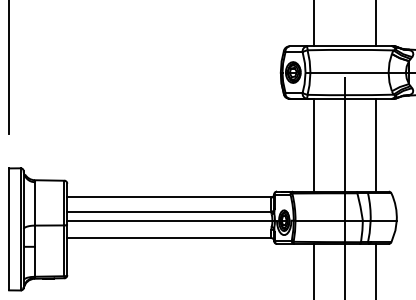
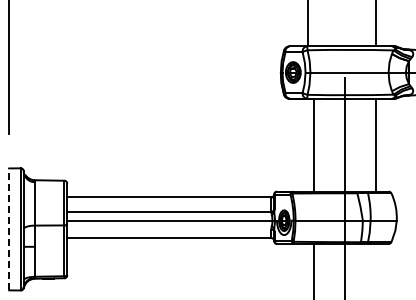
line at (313, 24) position: (313, 24) -> (307, 24)
line at (9, 229): solid -> dashed
line at (375, 269): present -> none
